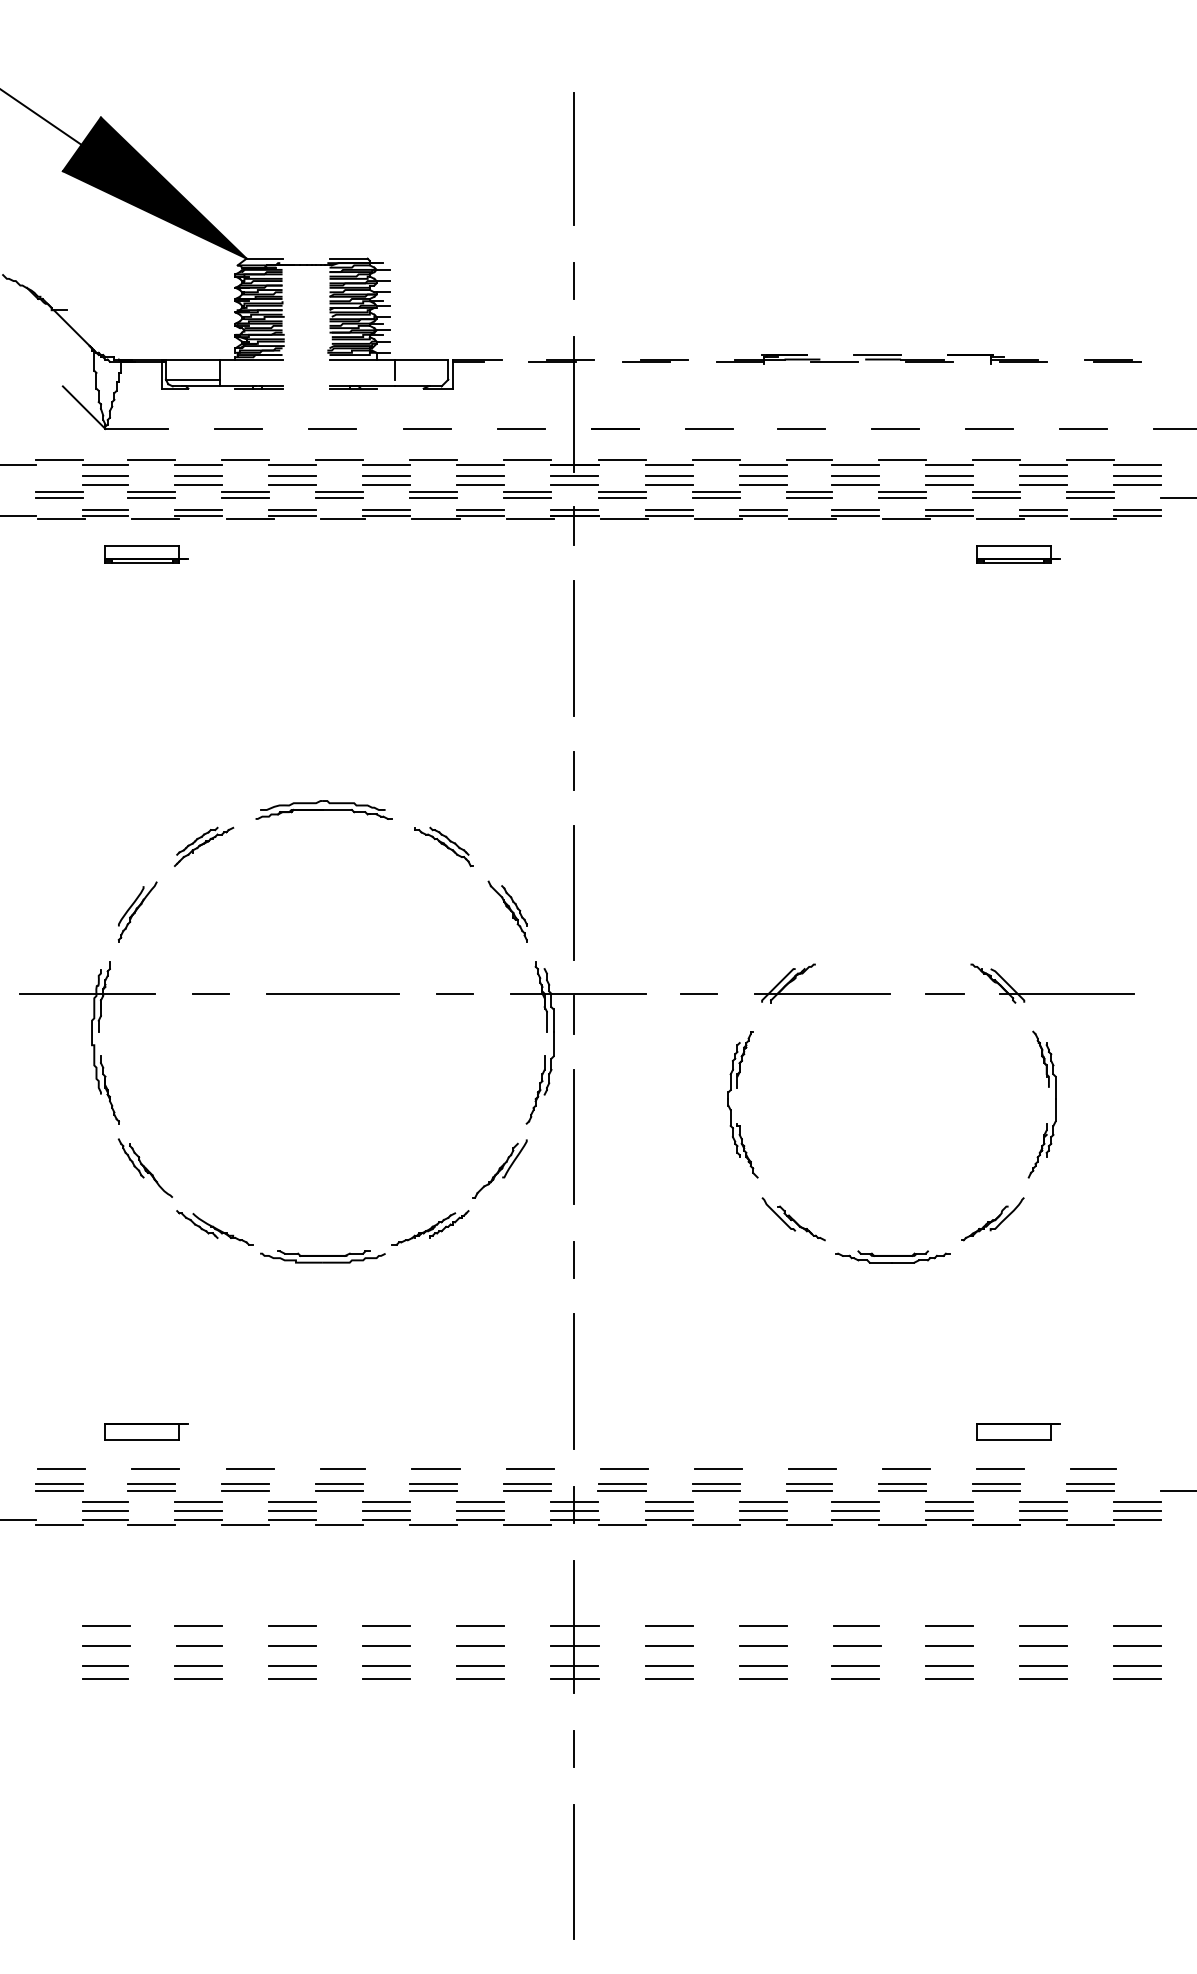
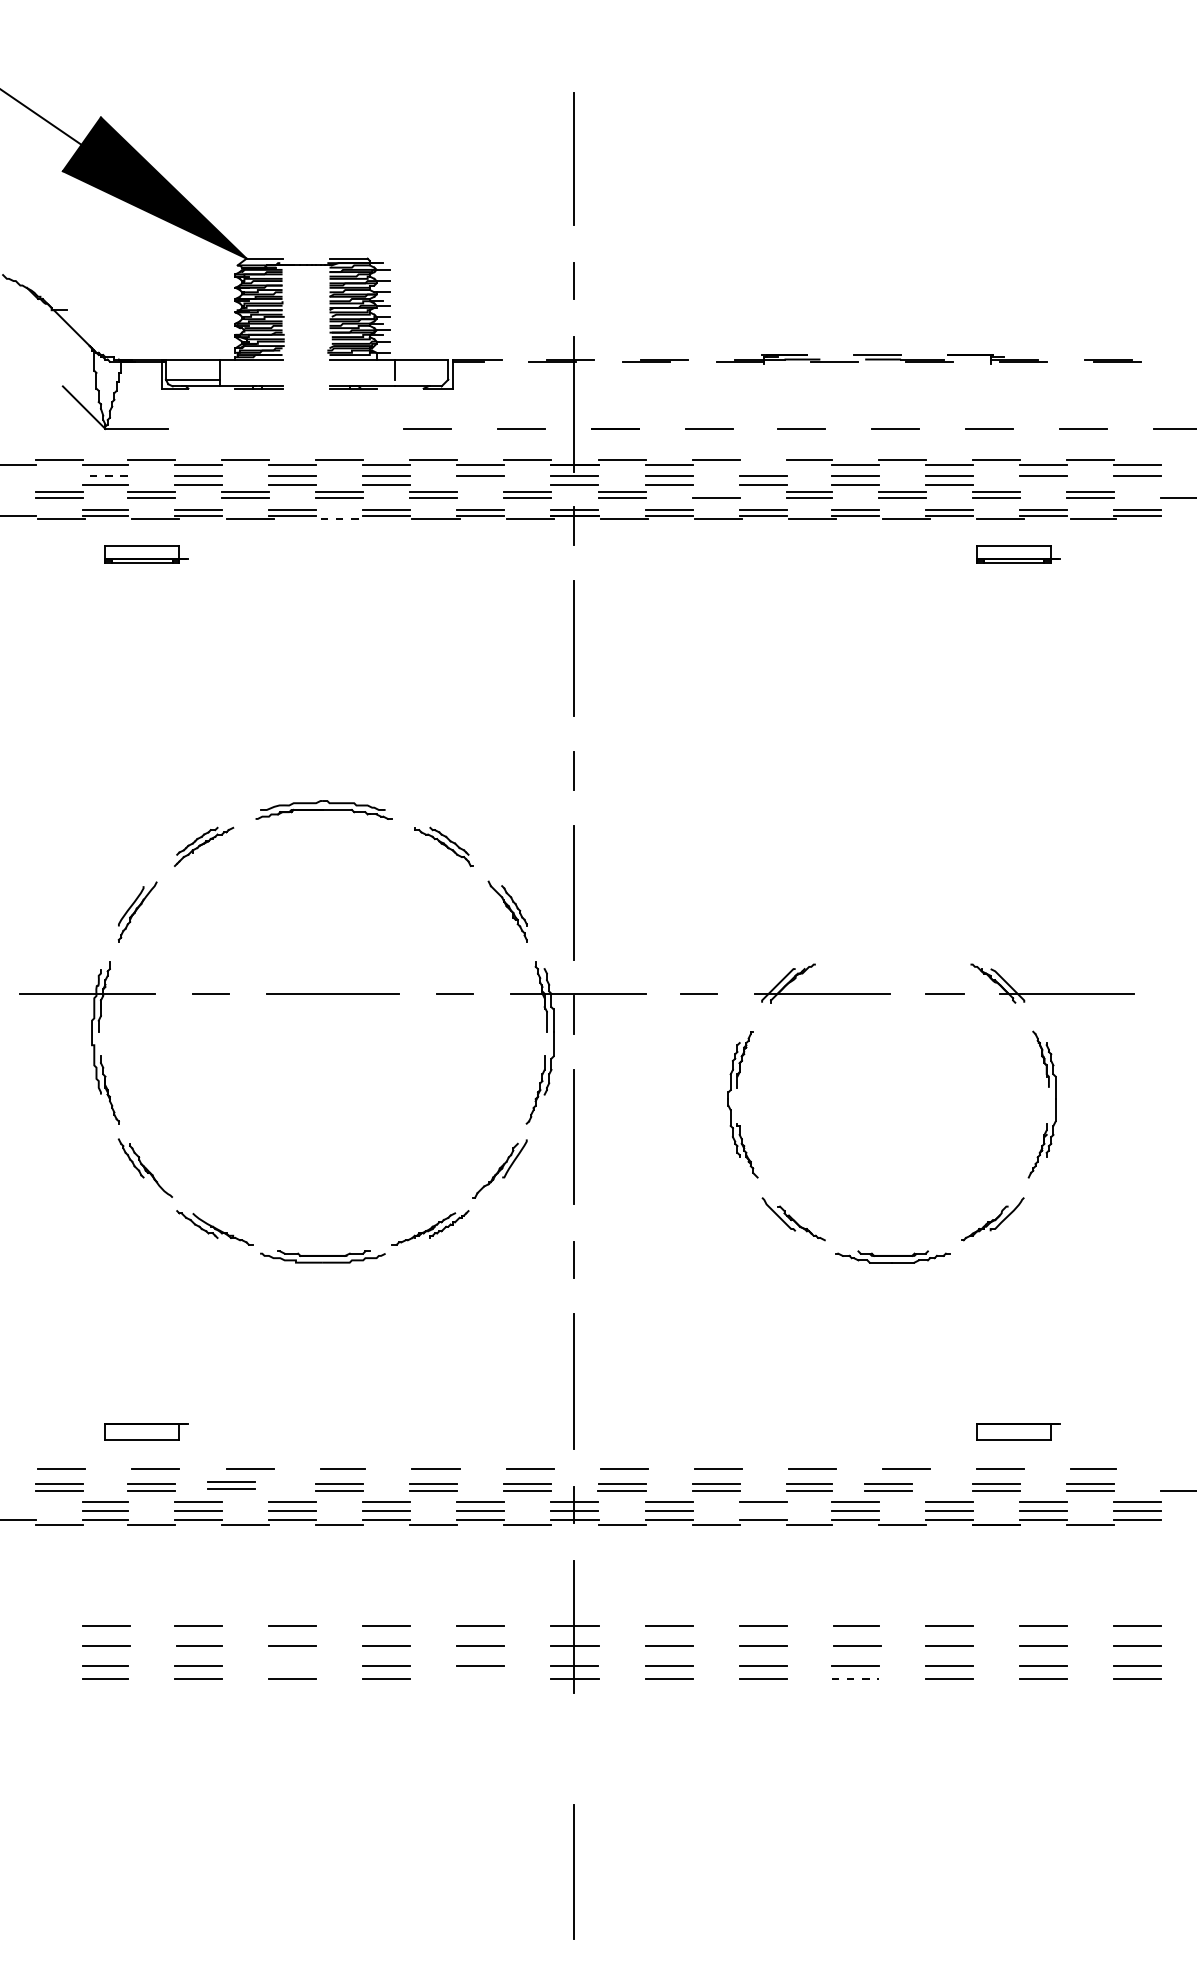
line at (238, 428): present -> none
line at (332, 428): present -> none
line at (762, 464): present -> none
line at (104, 476): solid -> dashed
line at (480, 485): present -> none
line at (1042, 485): present -> none
line at (1136, 485): present -> none
line at (715, 491): present -> none
line at (343, 518): solid -> dashed
part at (245, 1487) position: (245, 1487) -> (231, 1485)
part at (902, 1487) position: (902, 1487) -> (888, 1487)
line at (762, 1511): present -> none
line at (292, 1666): present -> none
line at (480, 1678): present -> none
line at (855, 1679): solid -> dashed
line at (573, 1748): present -> none
